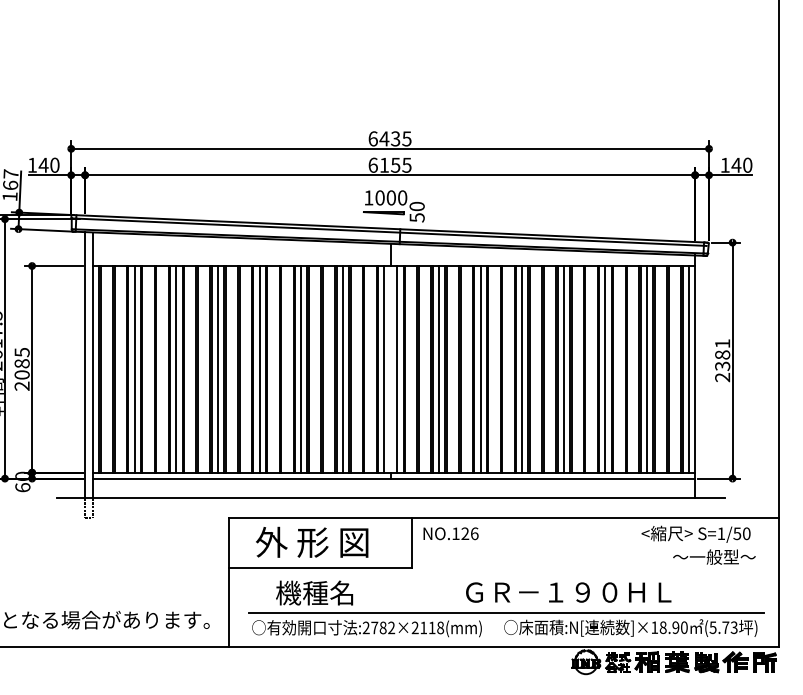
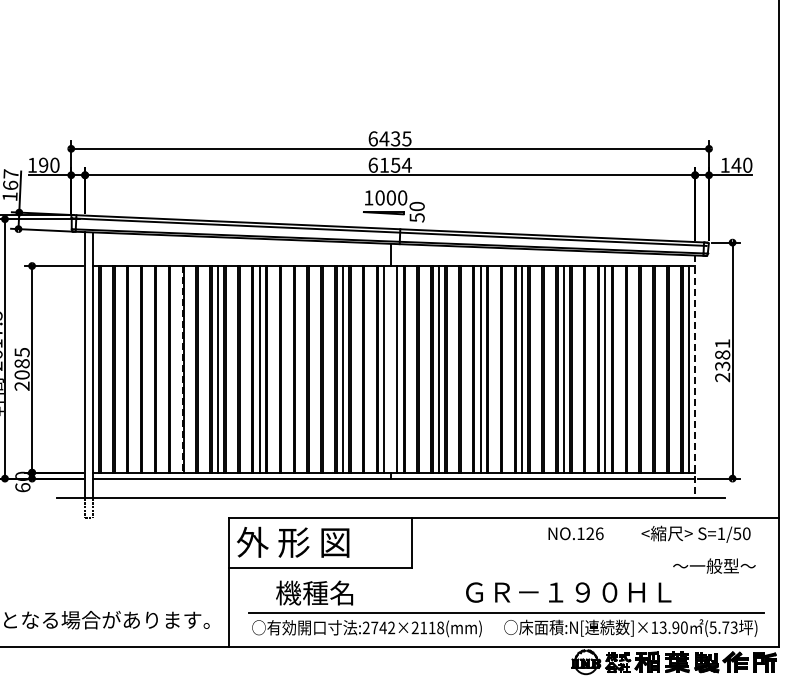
text at (43, 164): 140 -> 190
text at (406, 164): 6155 -> 6154
line at (134, 369): present -> none
line at (176, 369): present -> none
line at (182, 369): solid -> dashed
line at (301, 369): present -> none
line at (647, 369): present -> none
line at (695, 377): solid -> dashed
text at (450, 533) position: (450, 533) -> (575, 533)
text at (312, 541) position: (312, 541) -> (293, 541)
text at (714, 556) position: (714, 556) -> (714, 565)
text at (382, 627): :2782×2118(mm) -> :2742×2118(mm)
text at (662, 627): ]×18.90 -> ]×13.90
